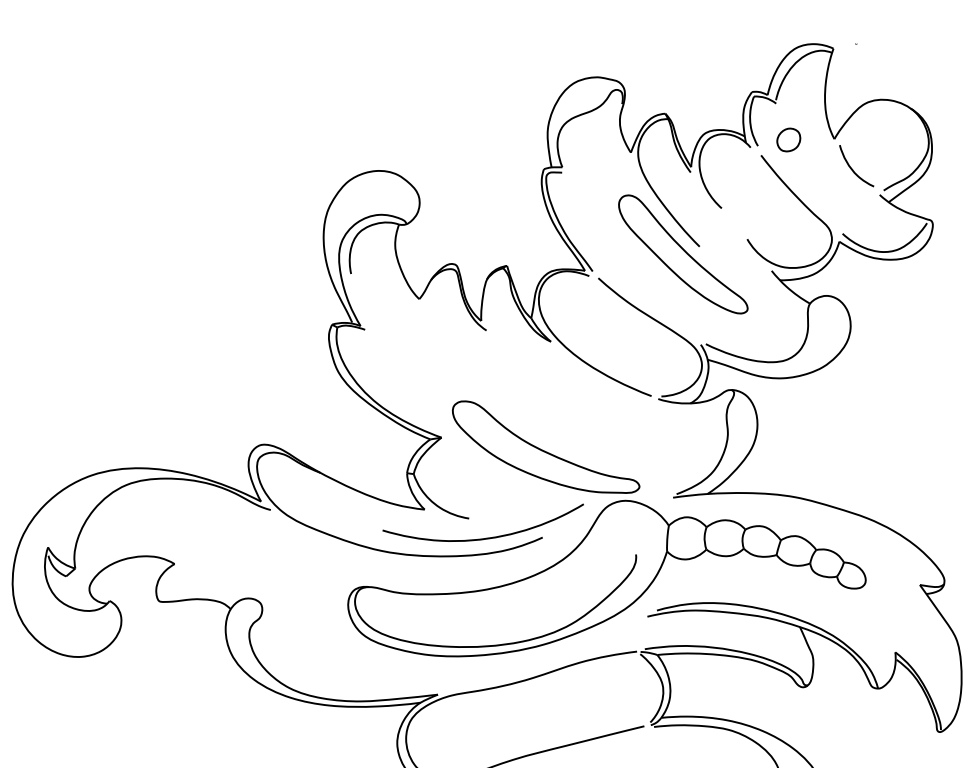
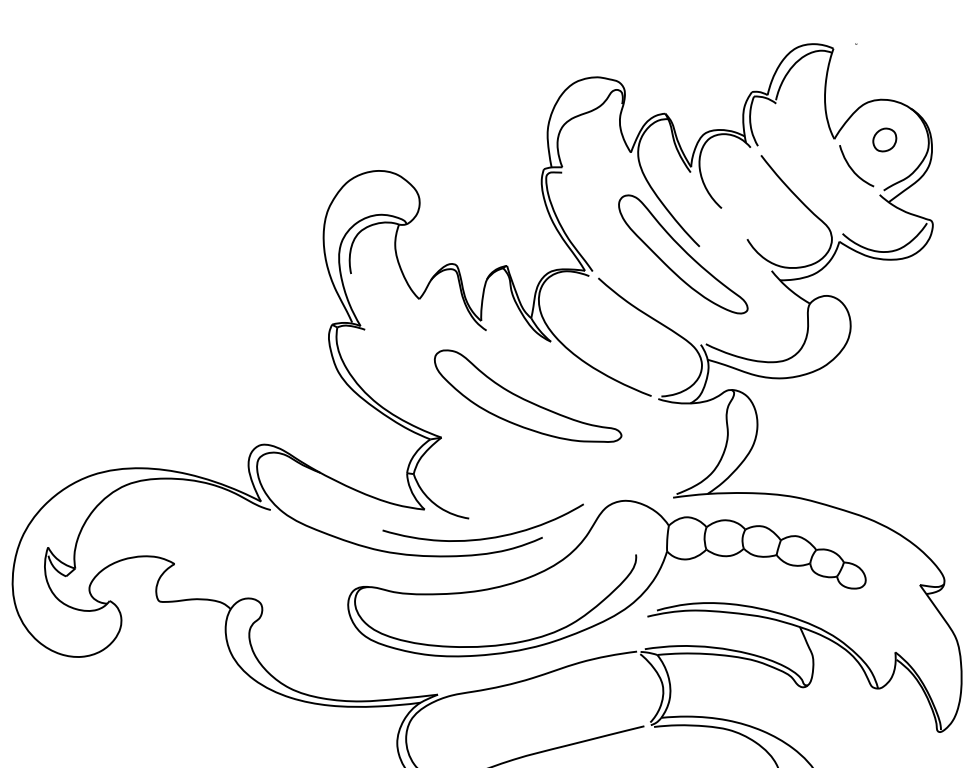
part at (788, 139) position: (788, 139) -> (884, 139)
part at (545, 446) position: (545, 446) -> (527, 395)
